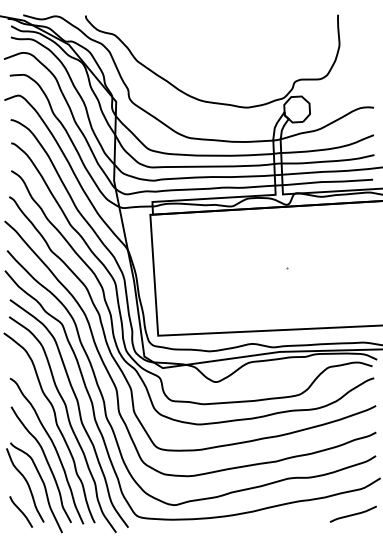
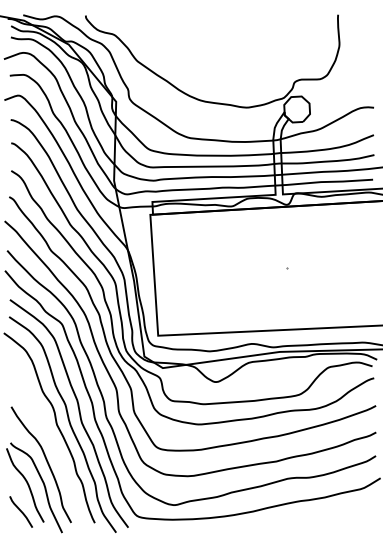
curve at (53, 446): present -> none
curve at (353, 513): present -> none
